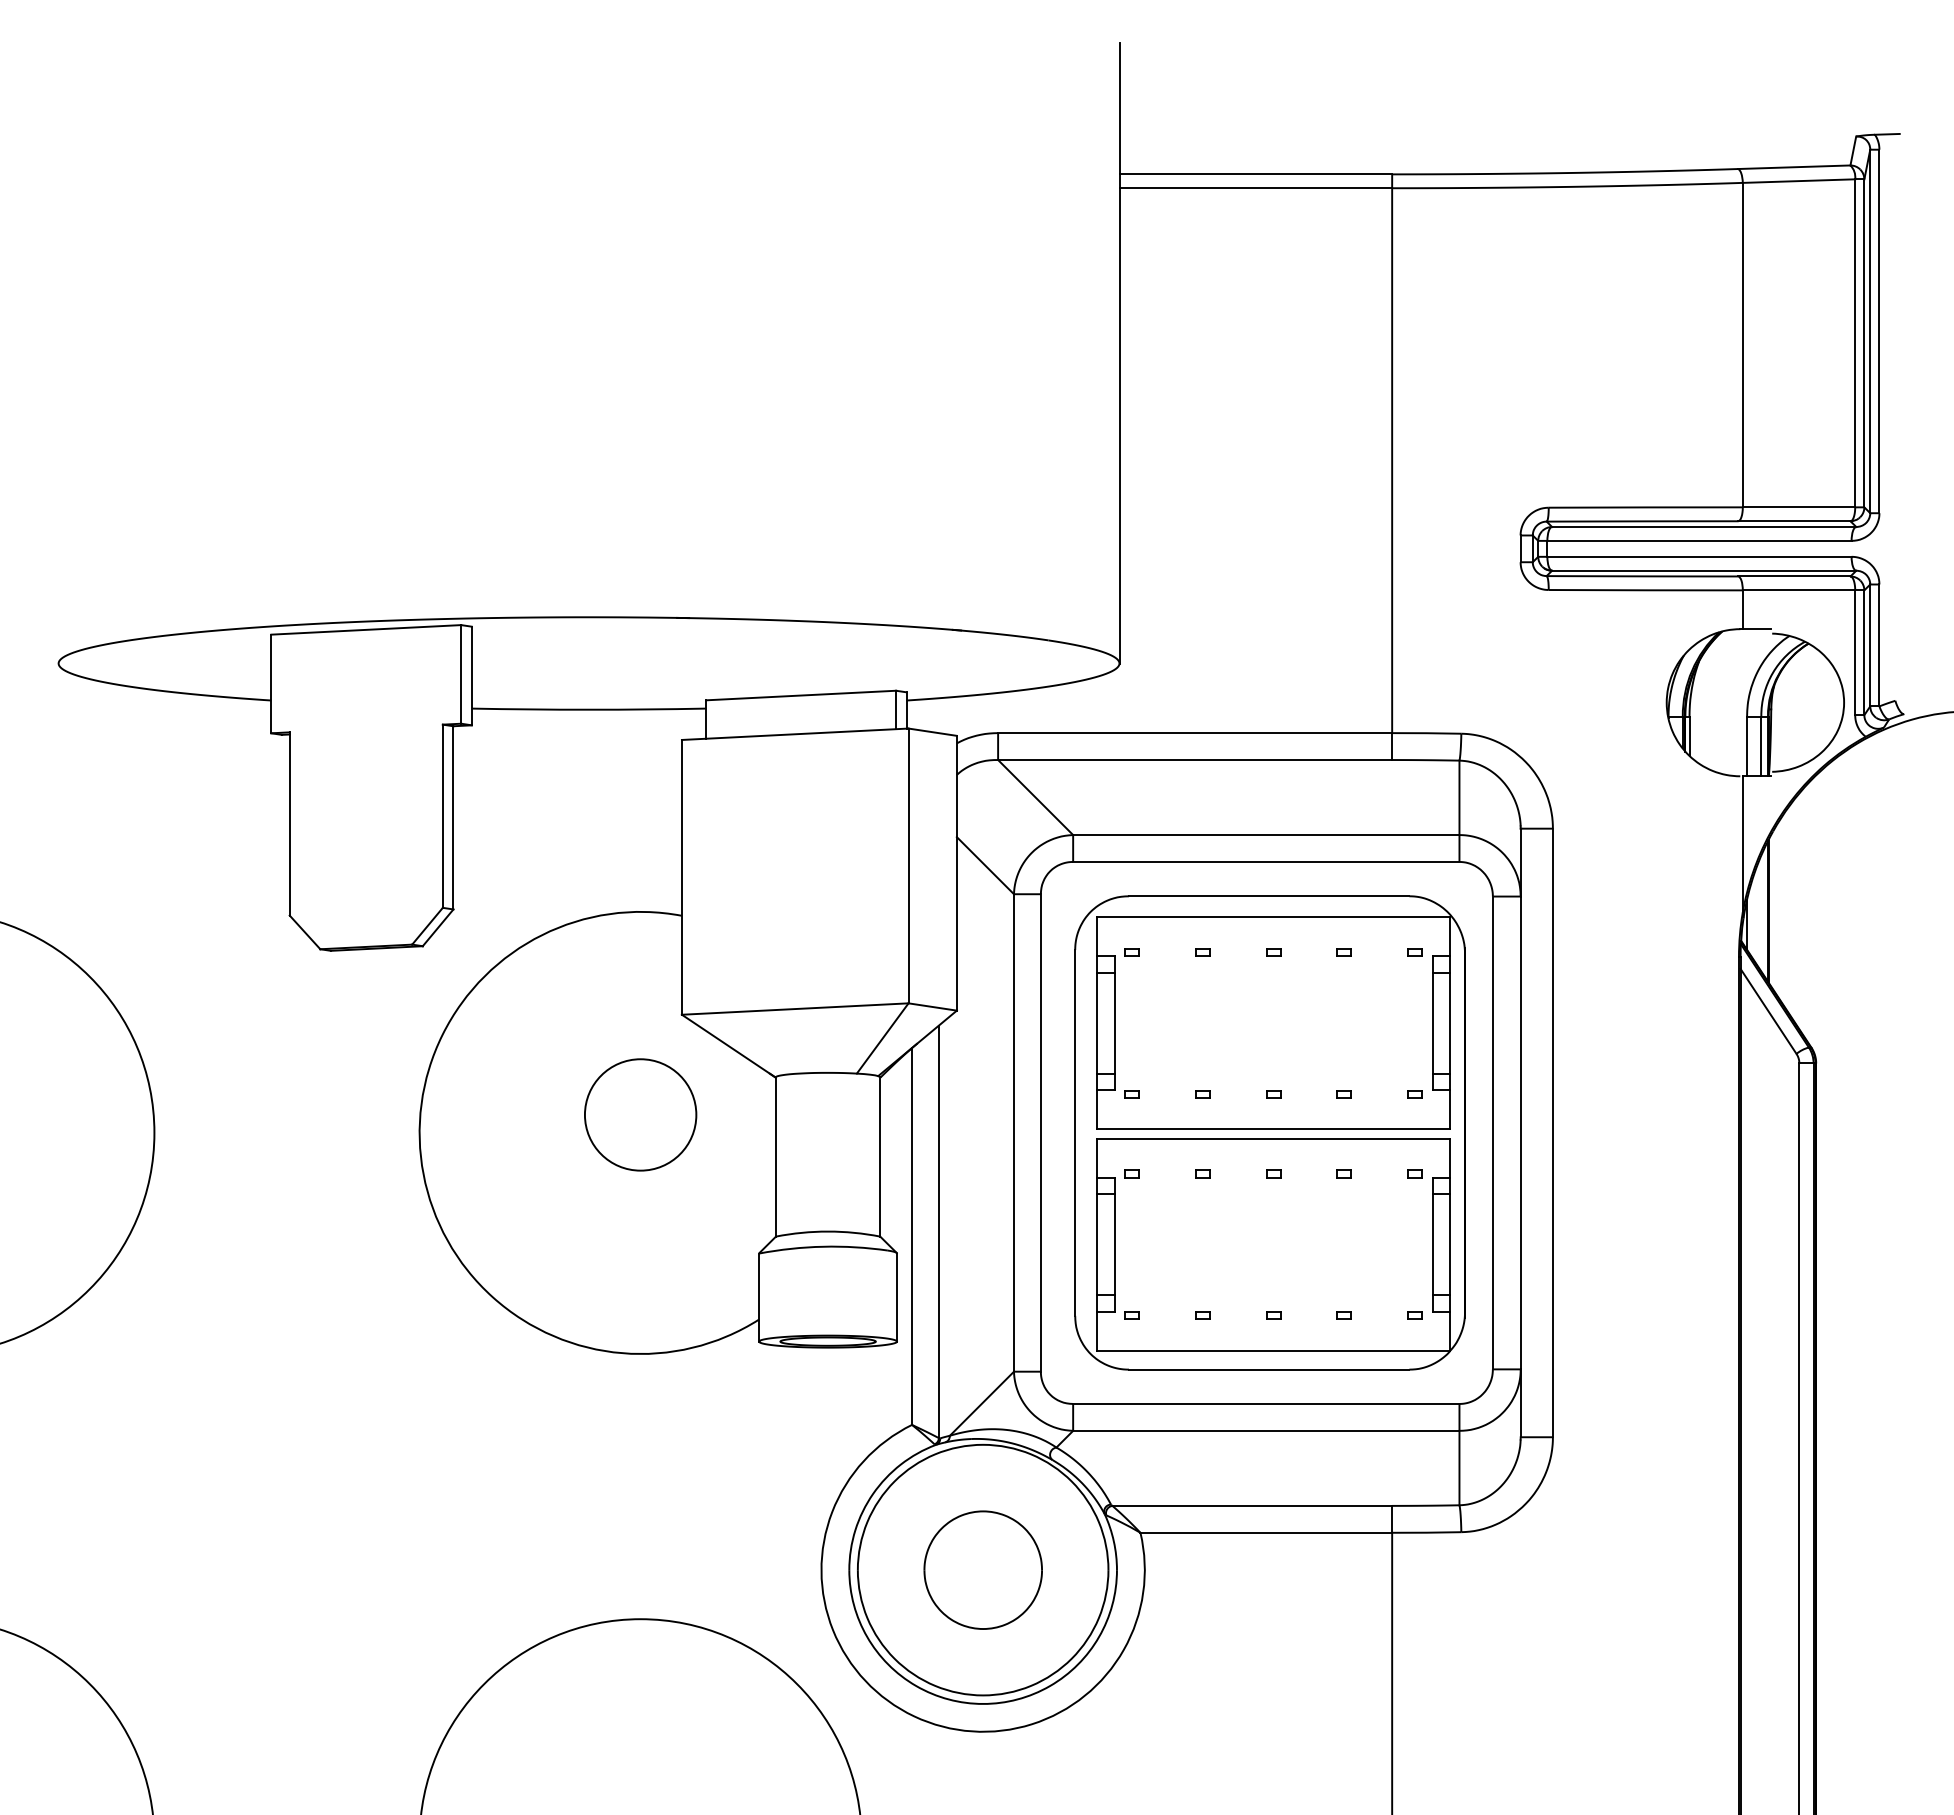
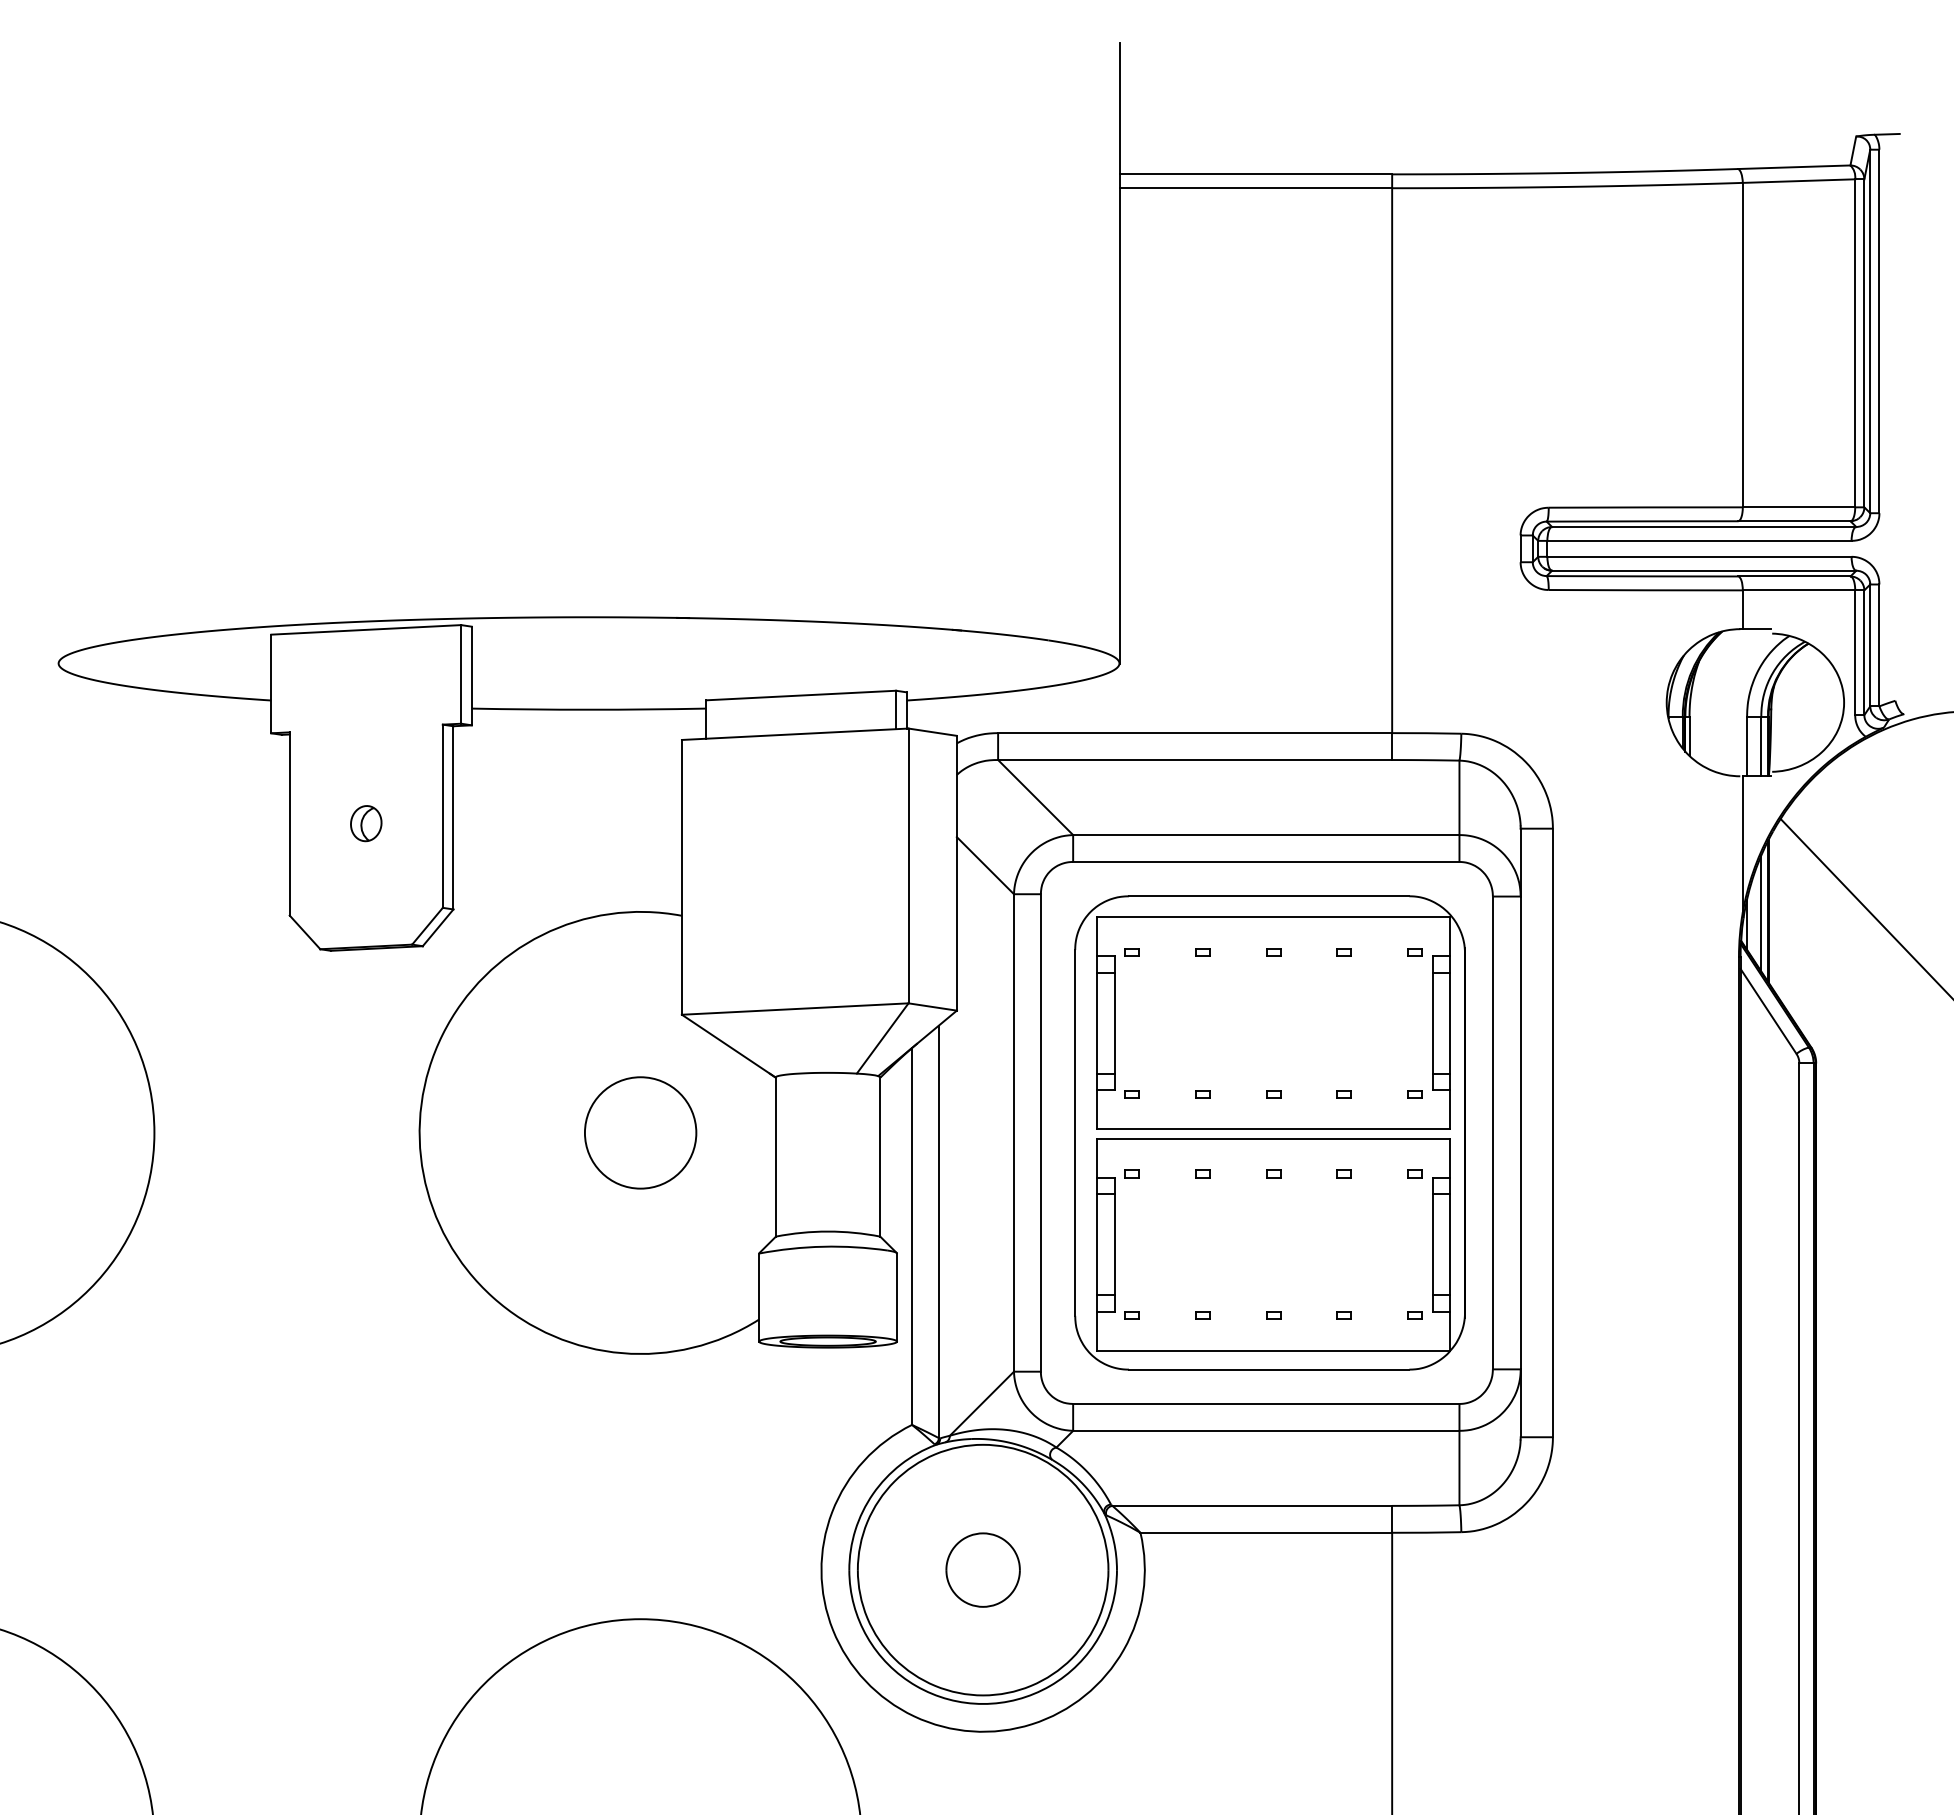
part at (366, 823): none -> present
line at (1865, 907): none -> present
line at (1761, 913): none -> present
circle at (640, 1114) position: (640, 1114) -> (640, 1132)
part at (982, 1569) size: 120x120 px -> 76x76 px
